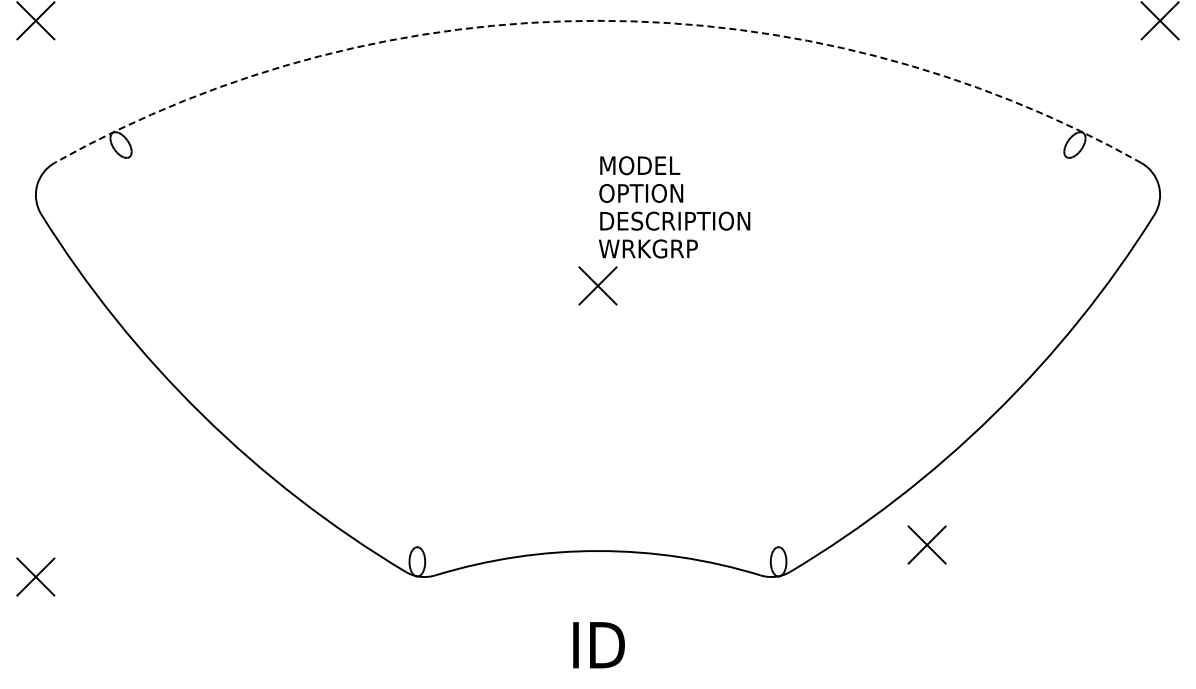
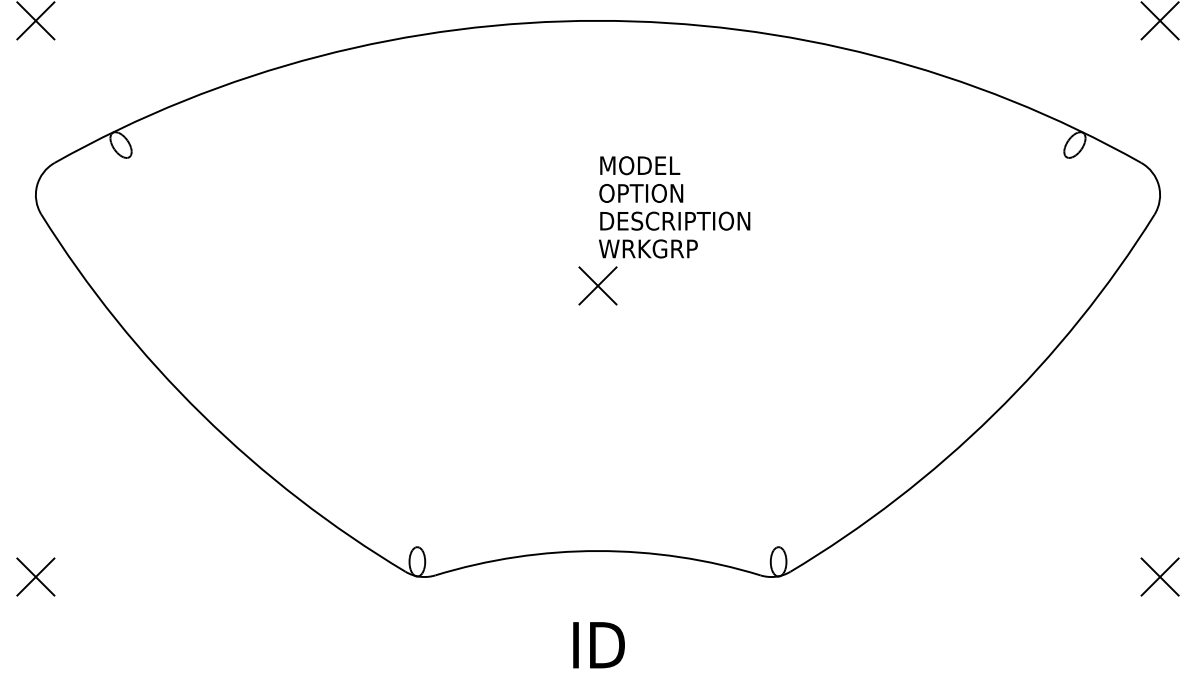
arc at (598, 20): dashed -> solid
part at (926, 544) position: (926, 544) -> (1159, 576)
